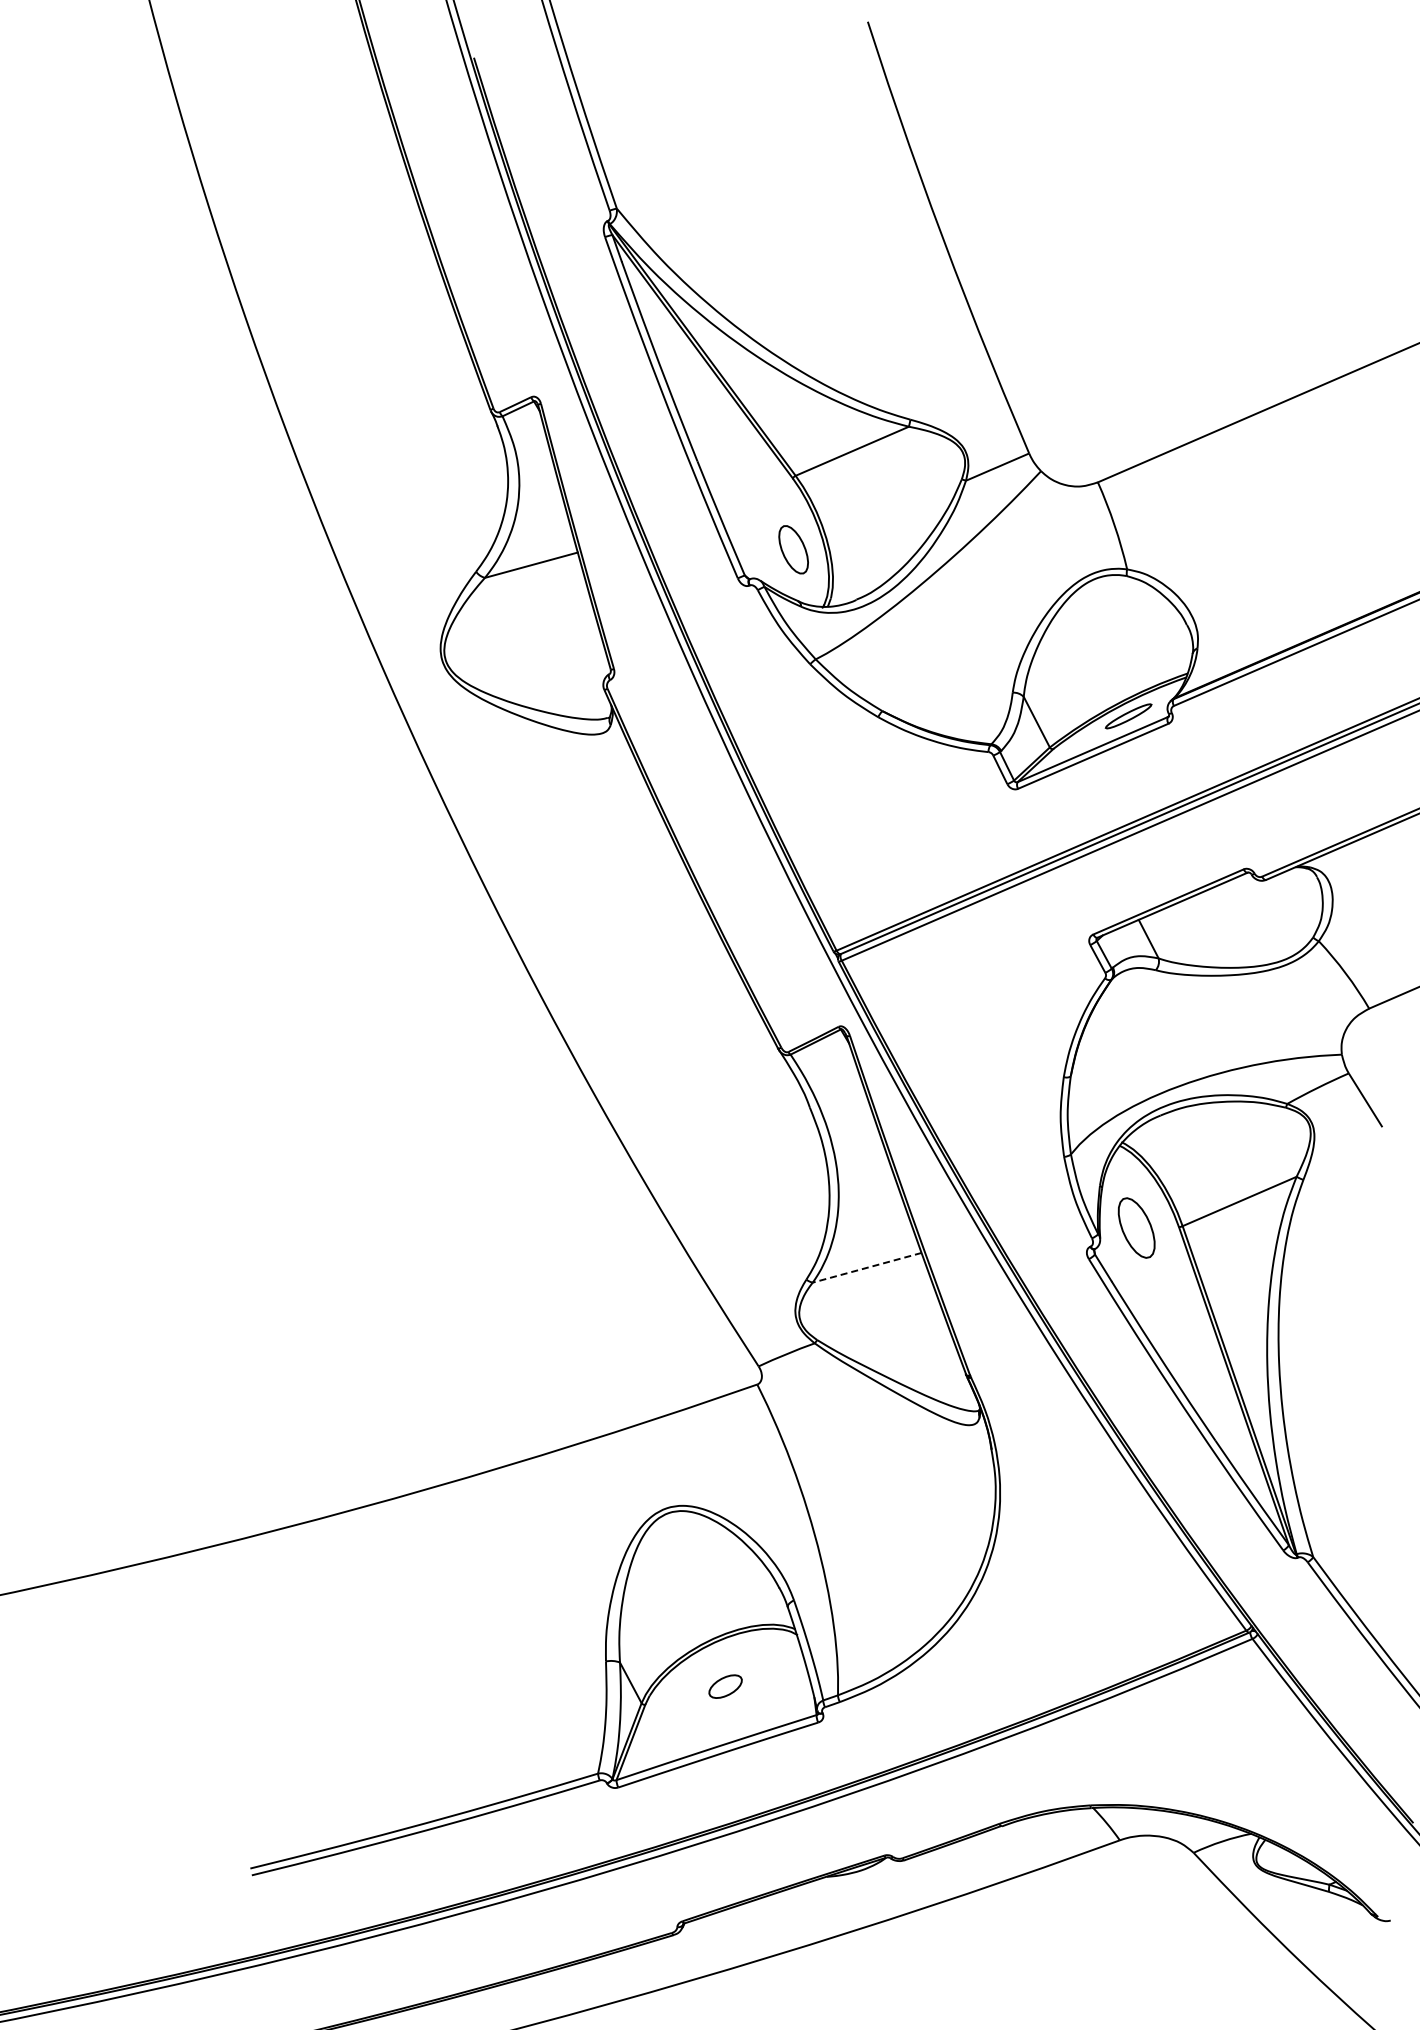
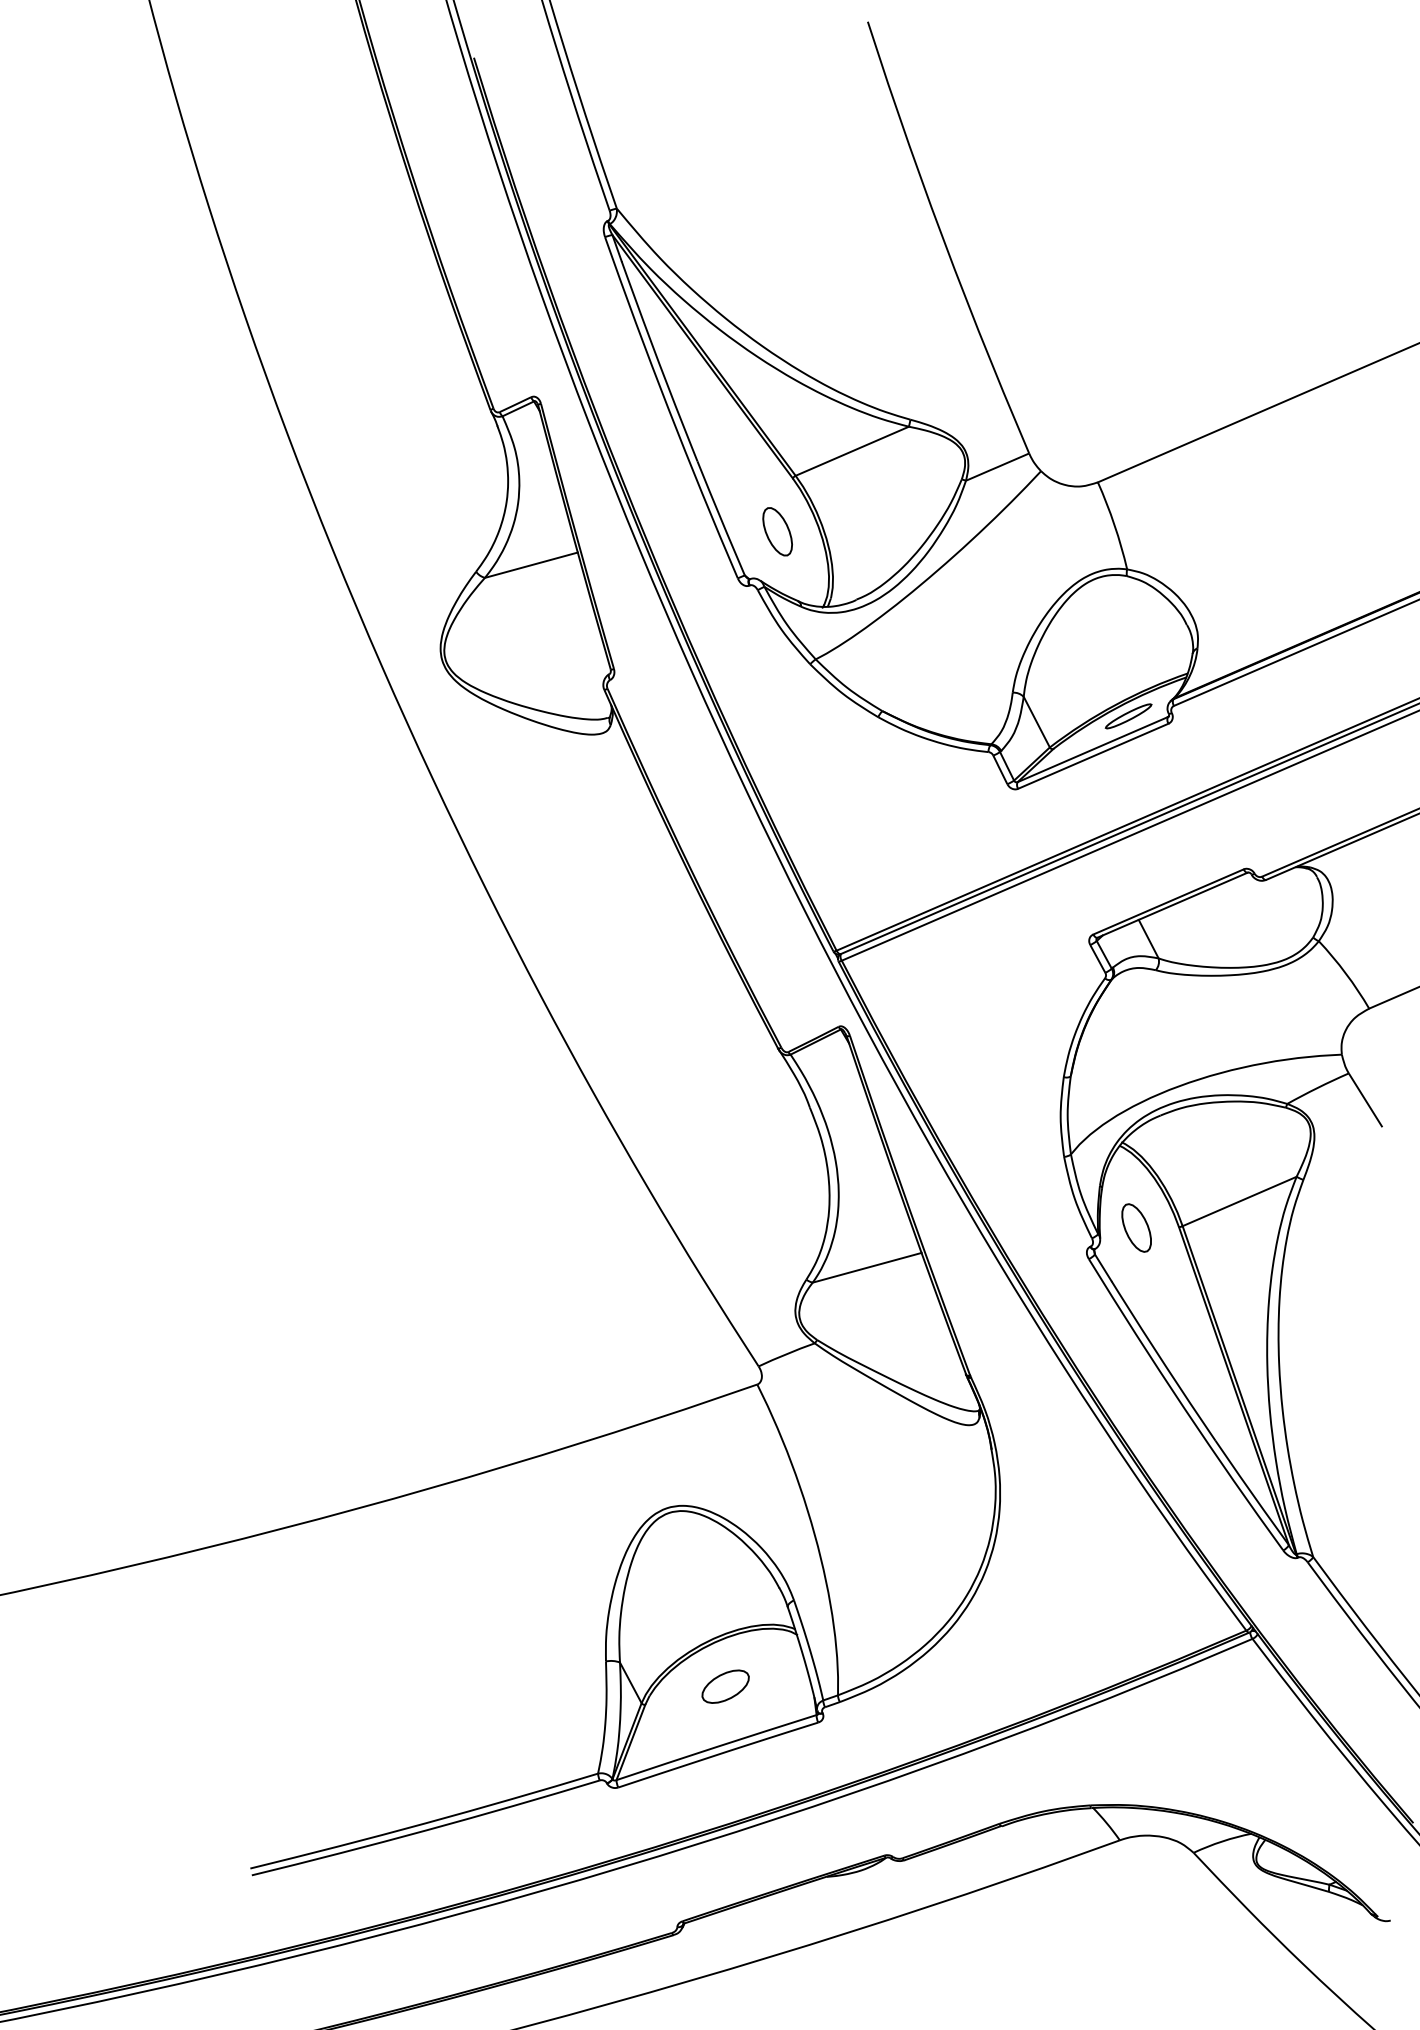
part at (793, 549) position: (793, 549) -> (777, 531)
part at (1136, 1227) size: 39x62 px -> 31x50 px
line at (866, 1267): dashed -> solid
part at (725, 1686) size: 35x25 px -> 49x35 px
